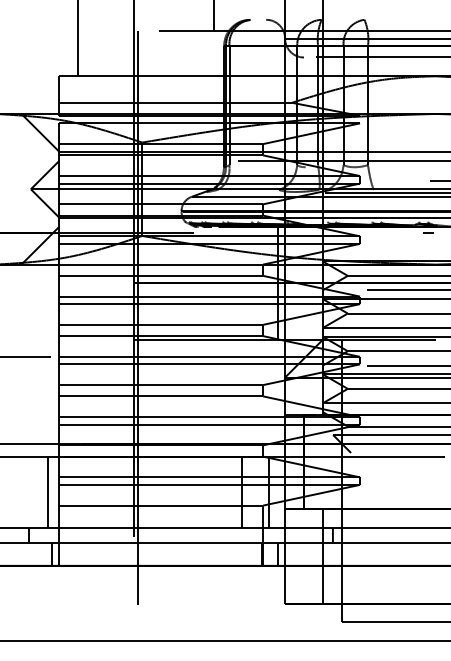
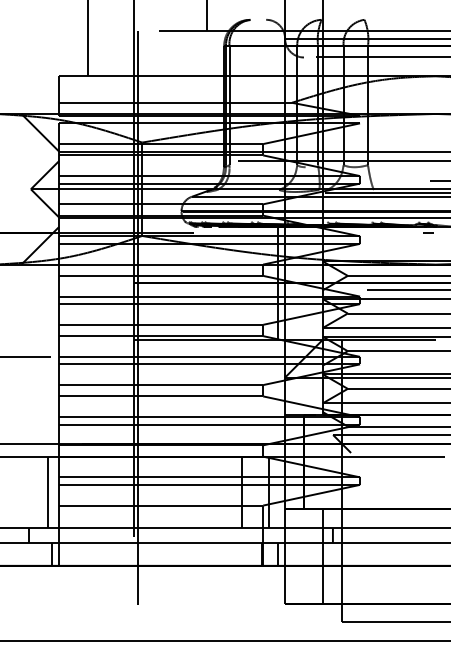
line at (213, 16) position: (213, 16) -> (206, 16)
line at (77, 39) position: (77, 39) -> (87, 39)
line at (406, 365): present -> none
